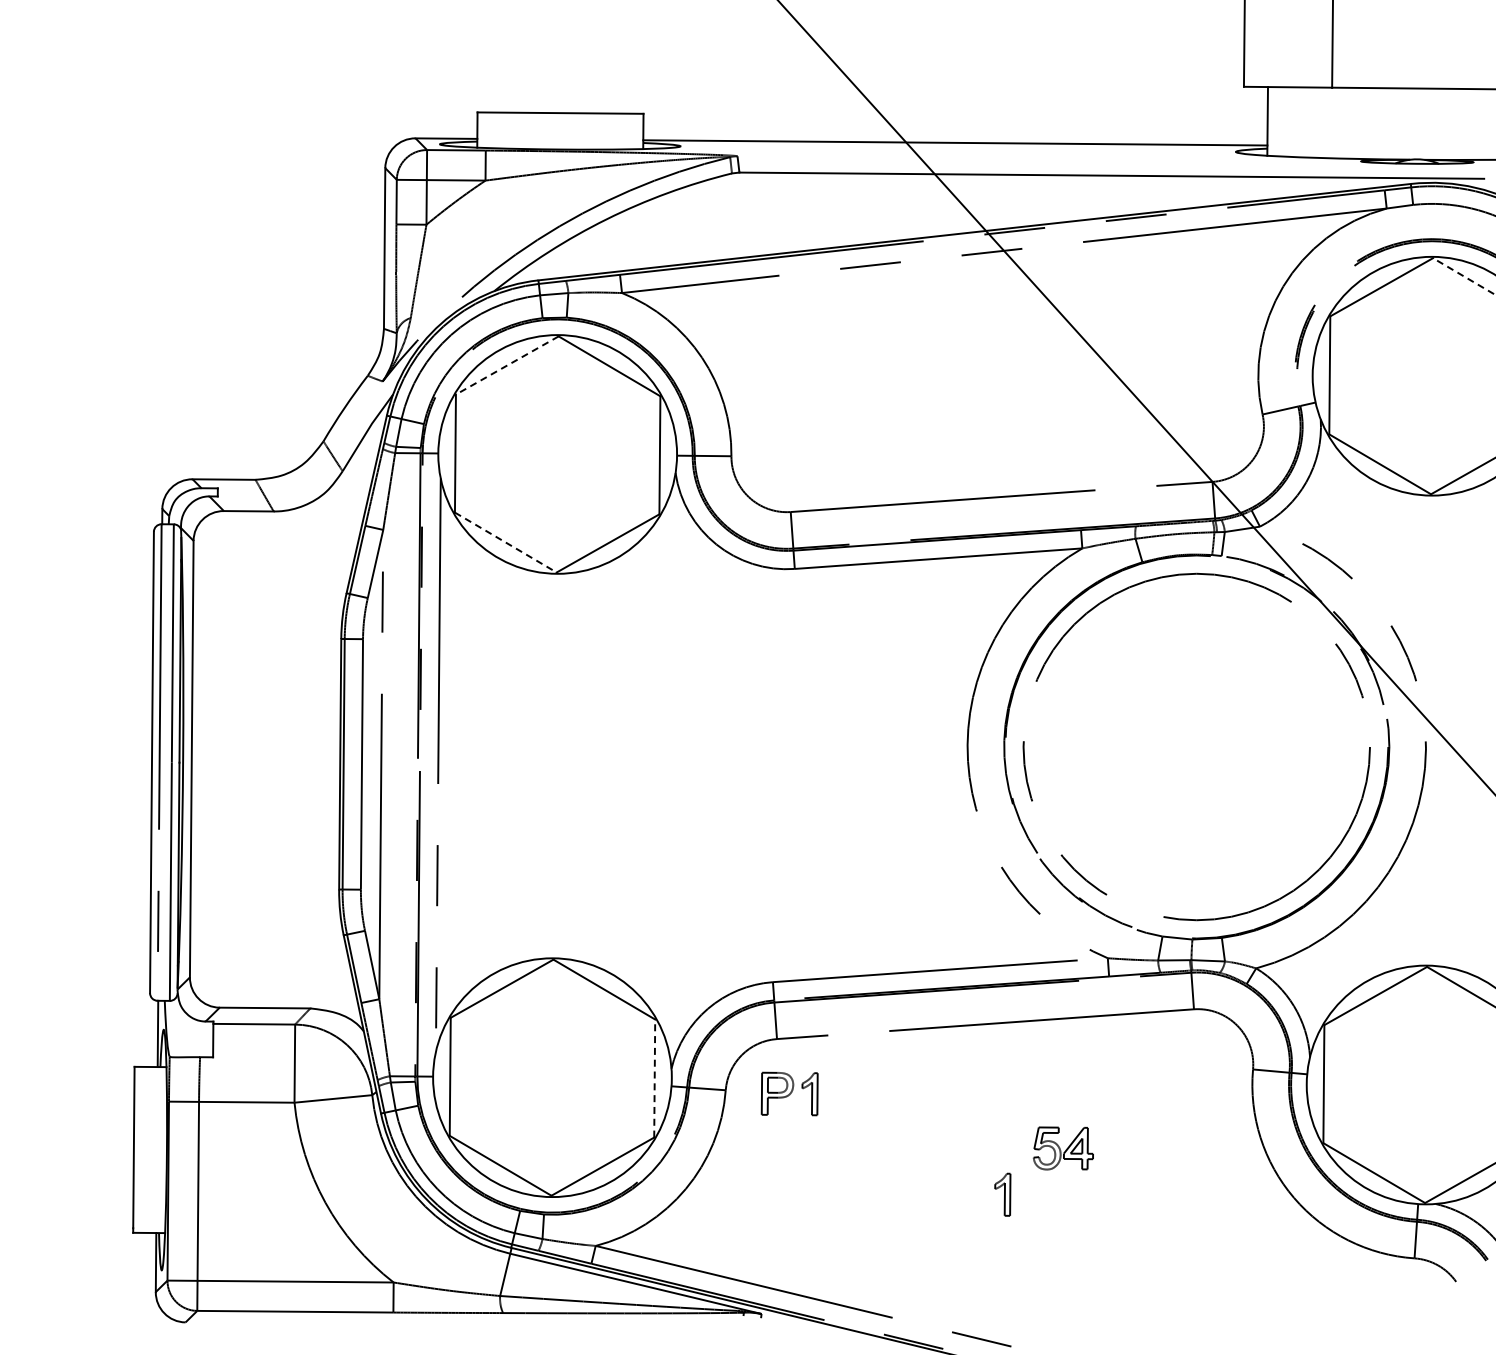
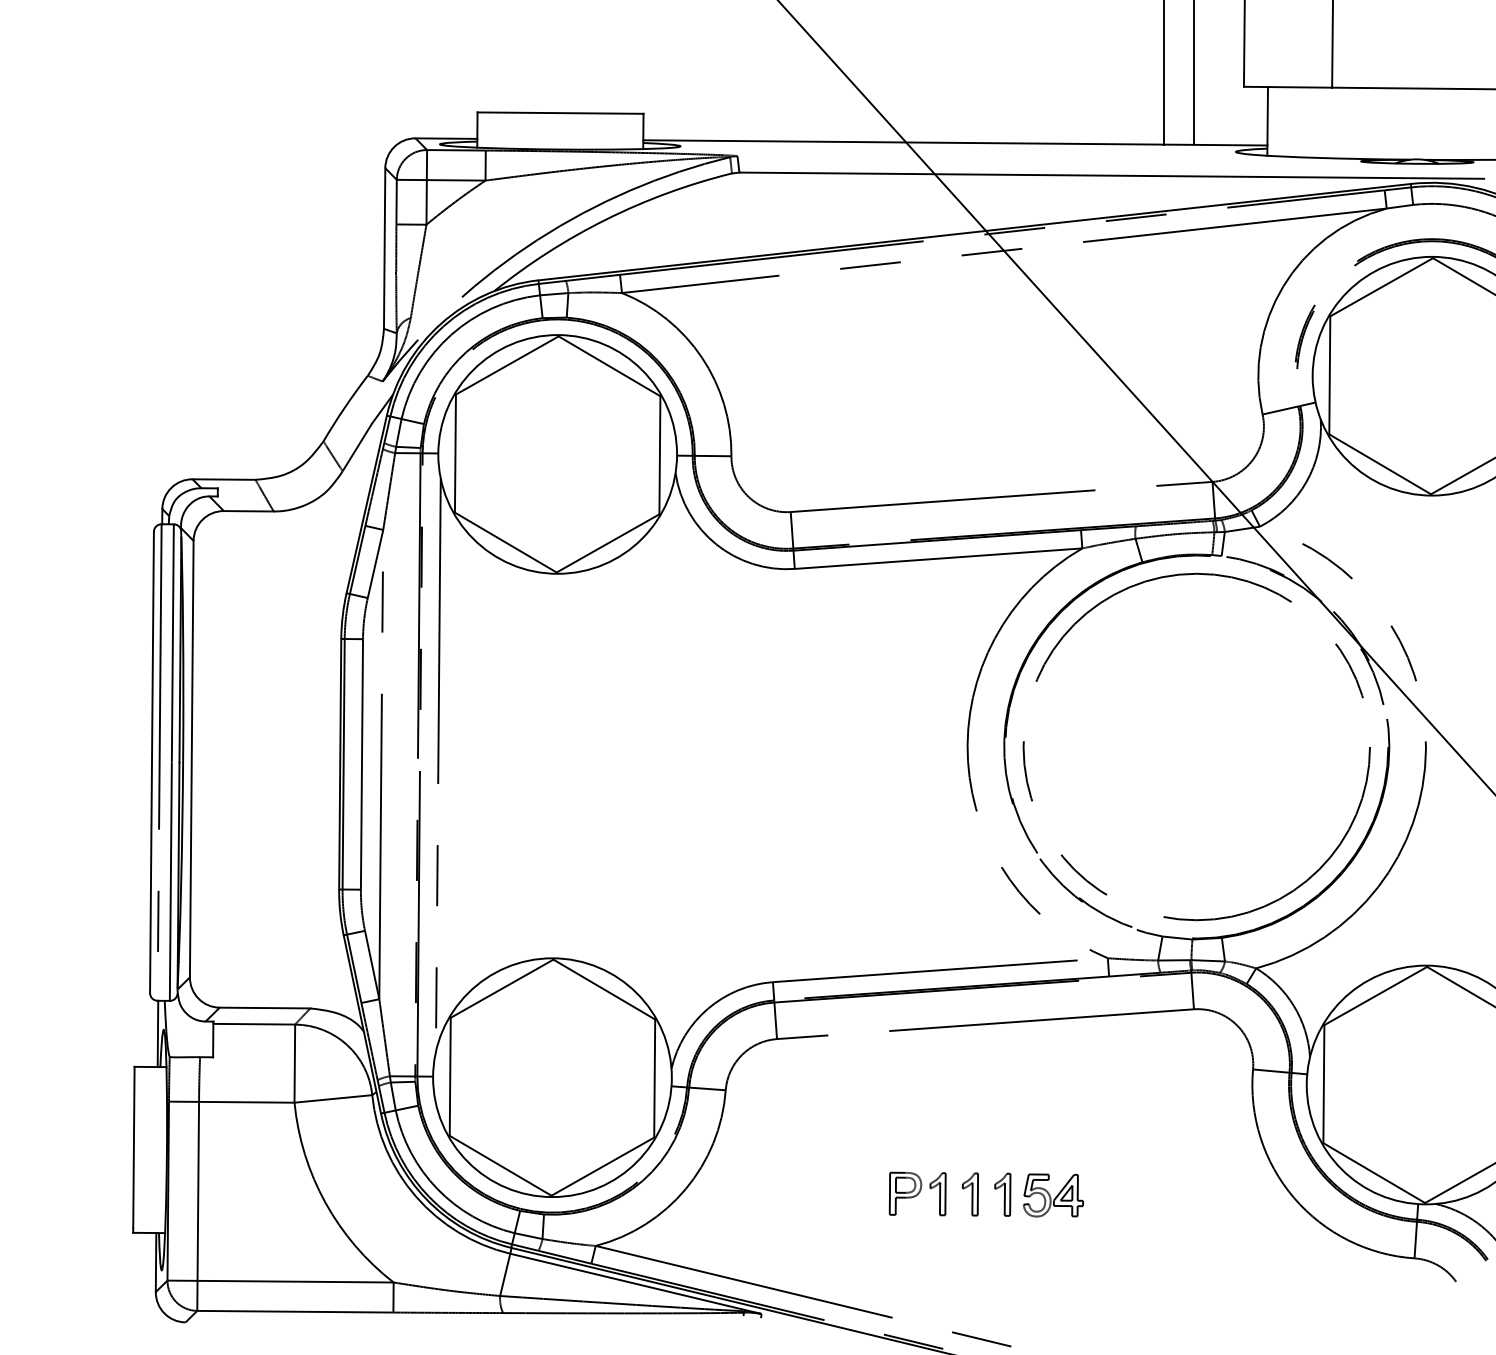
line at (1164, 73): none -> present
line at (1194, 73): none -> present
line at (1463, 276): dashed -> solid
line at (506, 365): dashed -> solid
line at (506, 542): dashed -> solid
line at (654, 1078): dashed -> solid
part at (789, 1093) position: (789, 1093) -> (917, 1193)
part at (1062, 1148) position: (1062, 1148) -> (1052, 1195)
part at (970, 1194): none -> present
